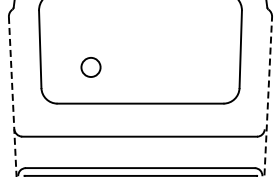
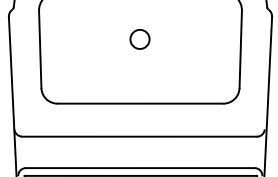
circle at (90, 67) position: (90, 67) -> (139, 39)
line at (12, 96): dashed -> solid
line at (268, 96): dashed -> solid
